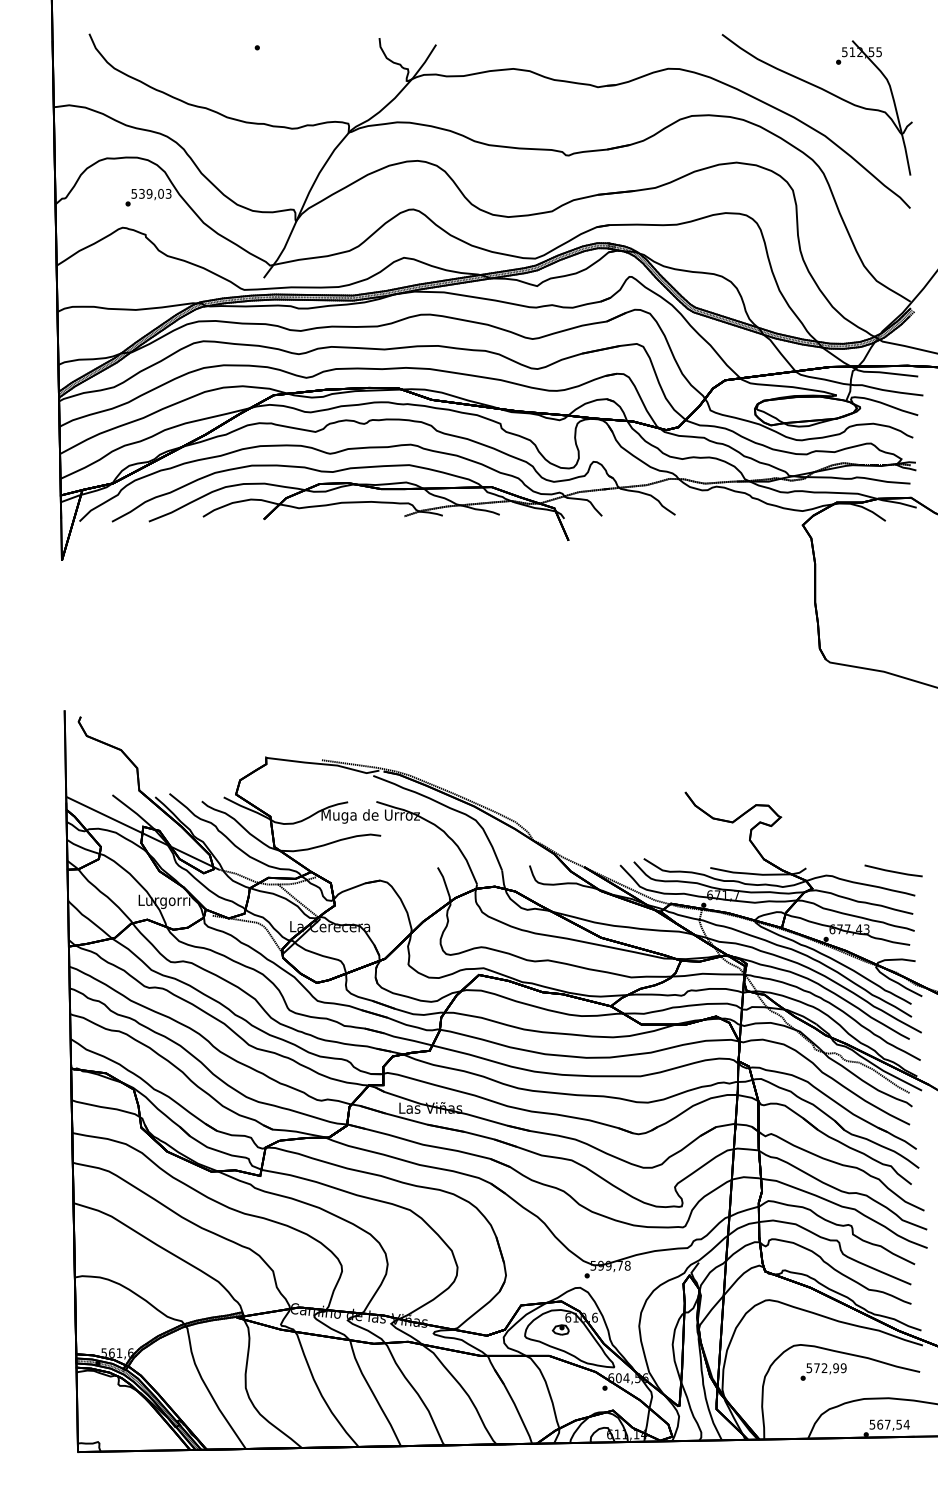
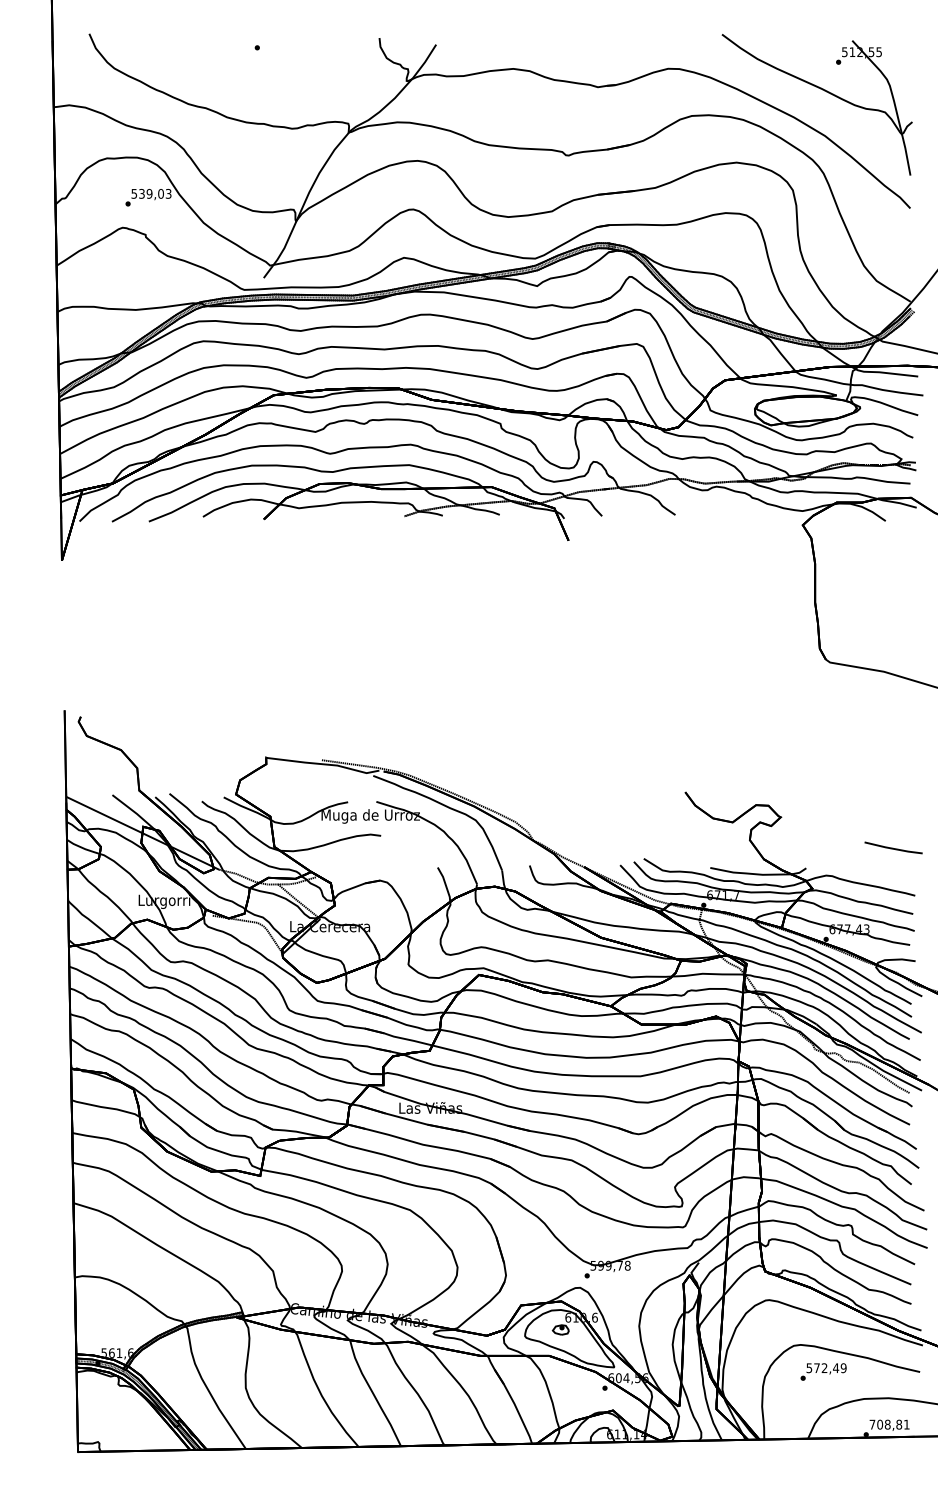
line at (893, 870) position: (893, 870) -> (893, 847)
text at (836, 1368): 572,99 -> 572,49
text at (889, 1424): 567,54 -> 708,81
